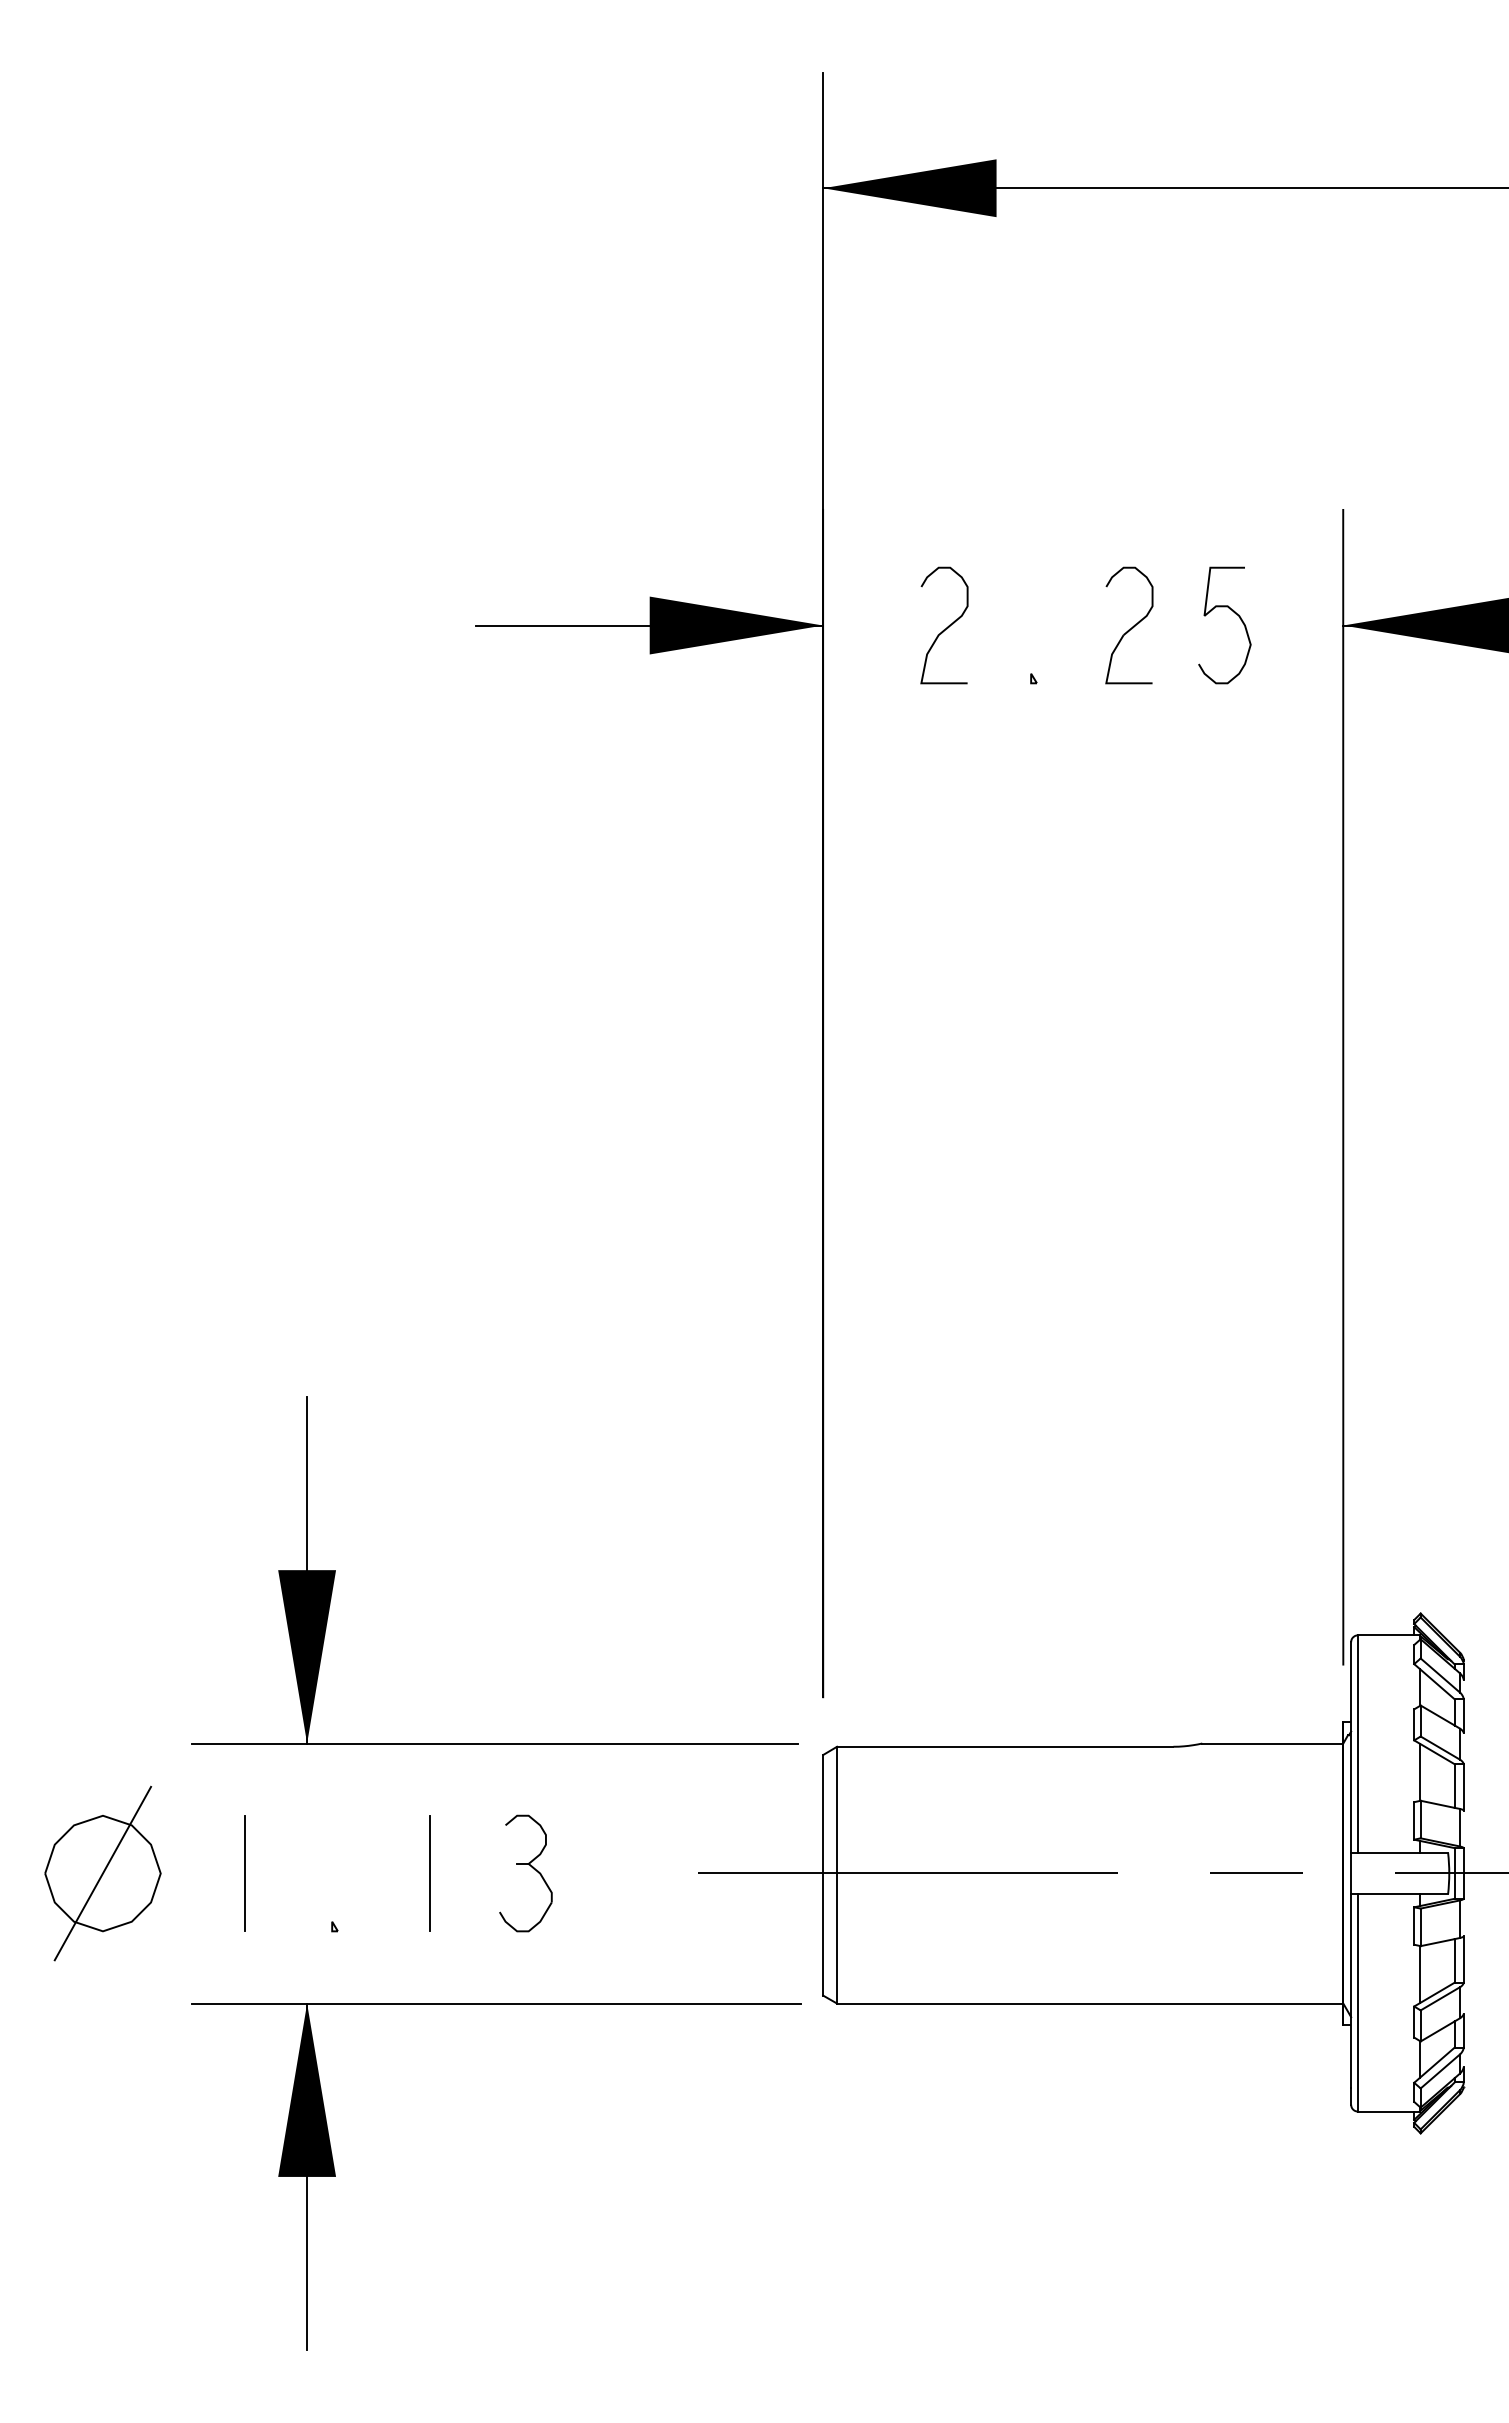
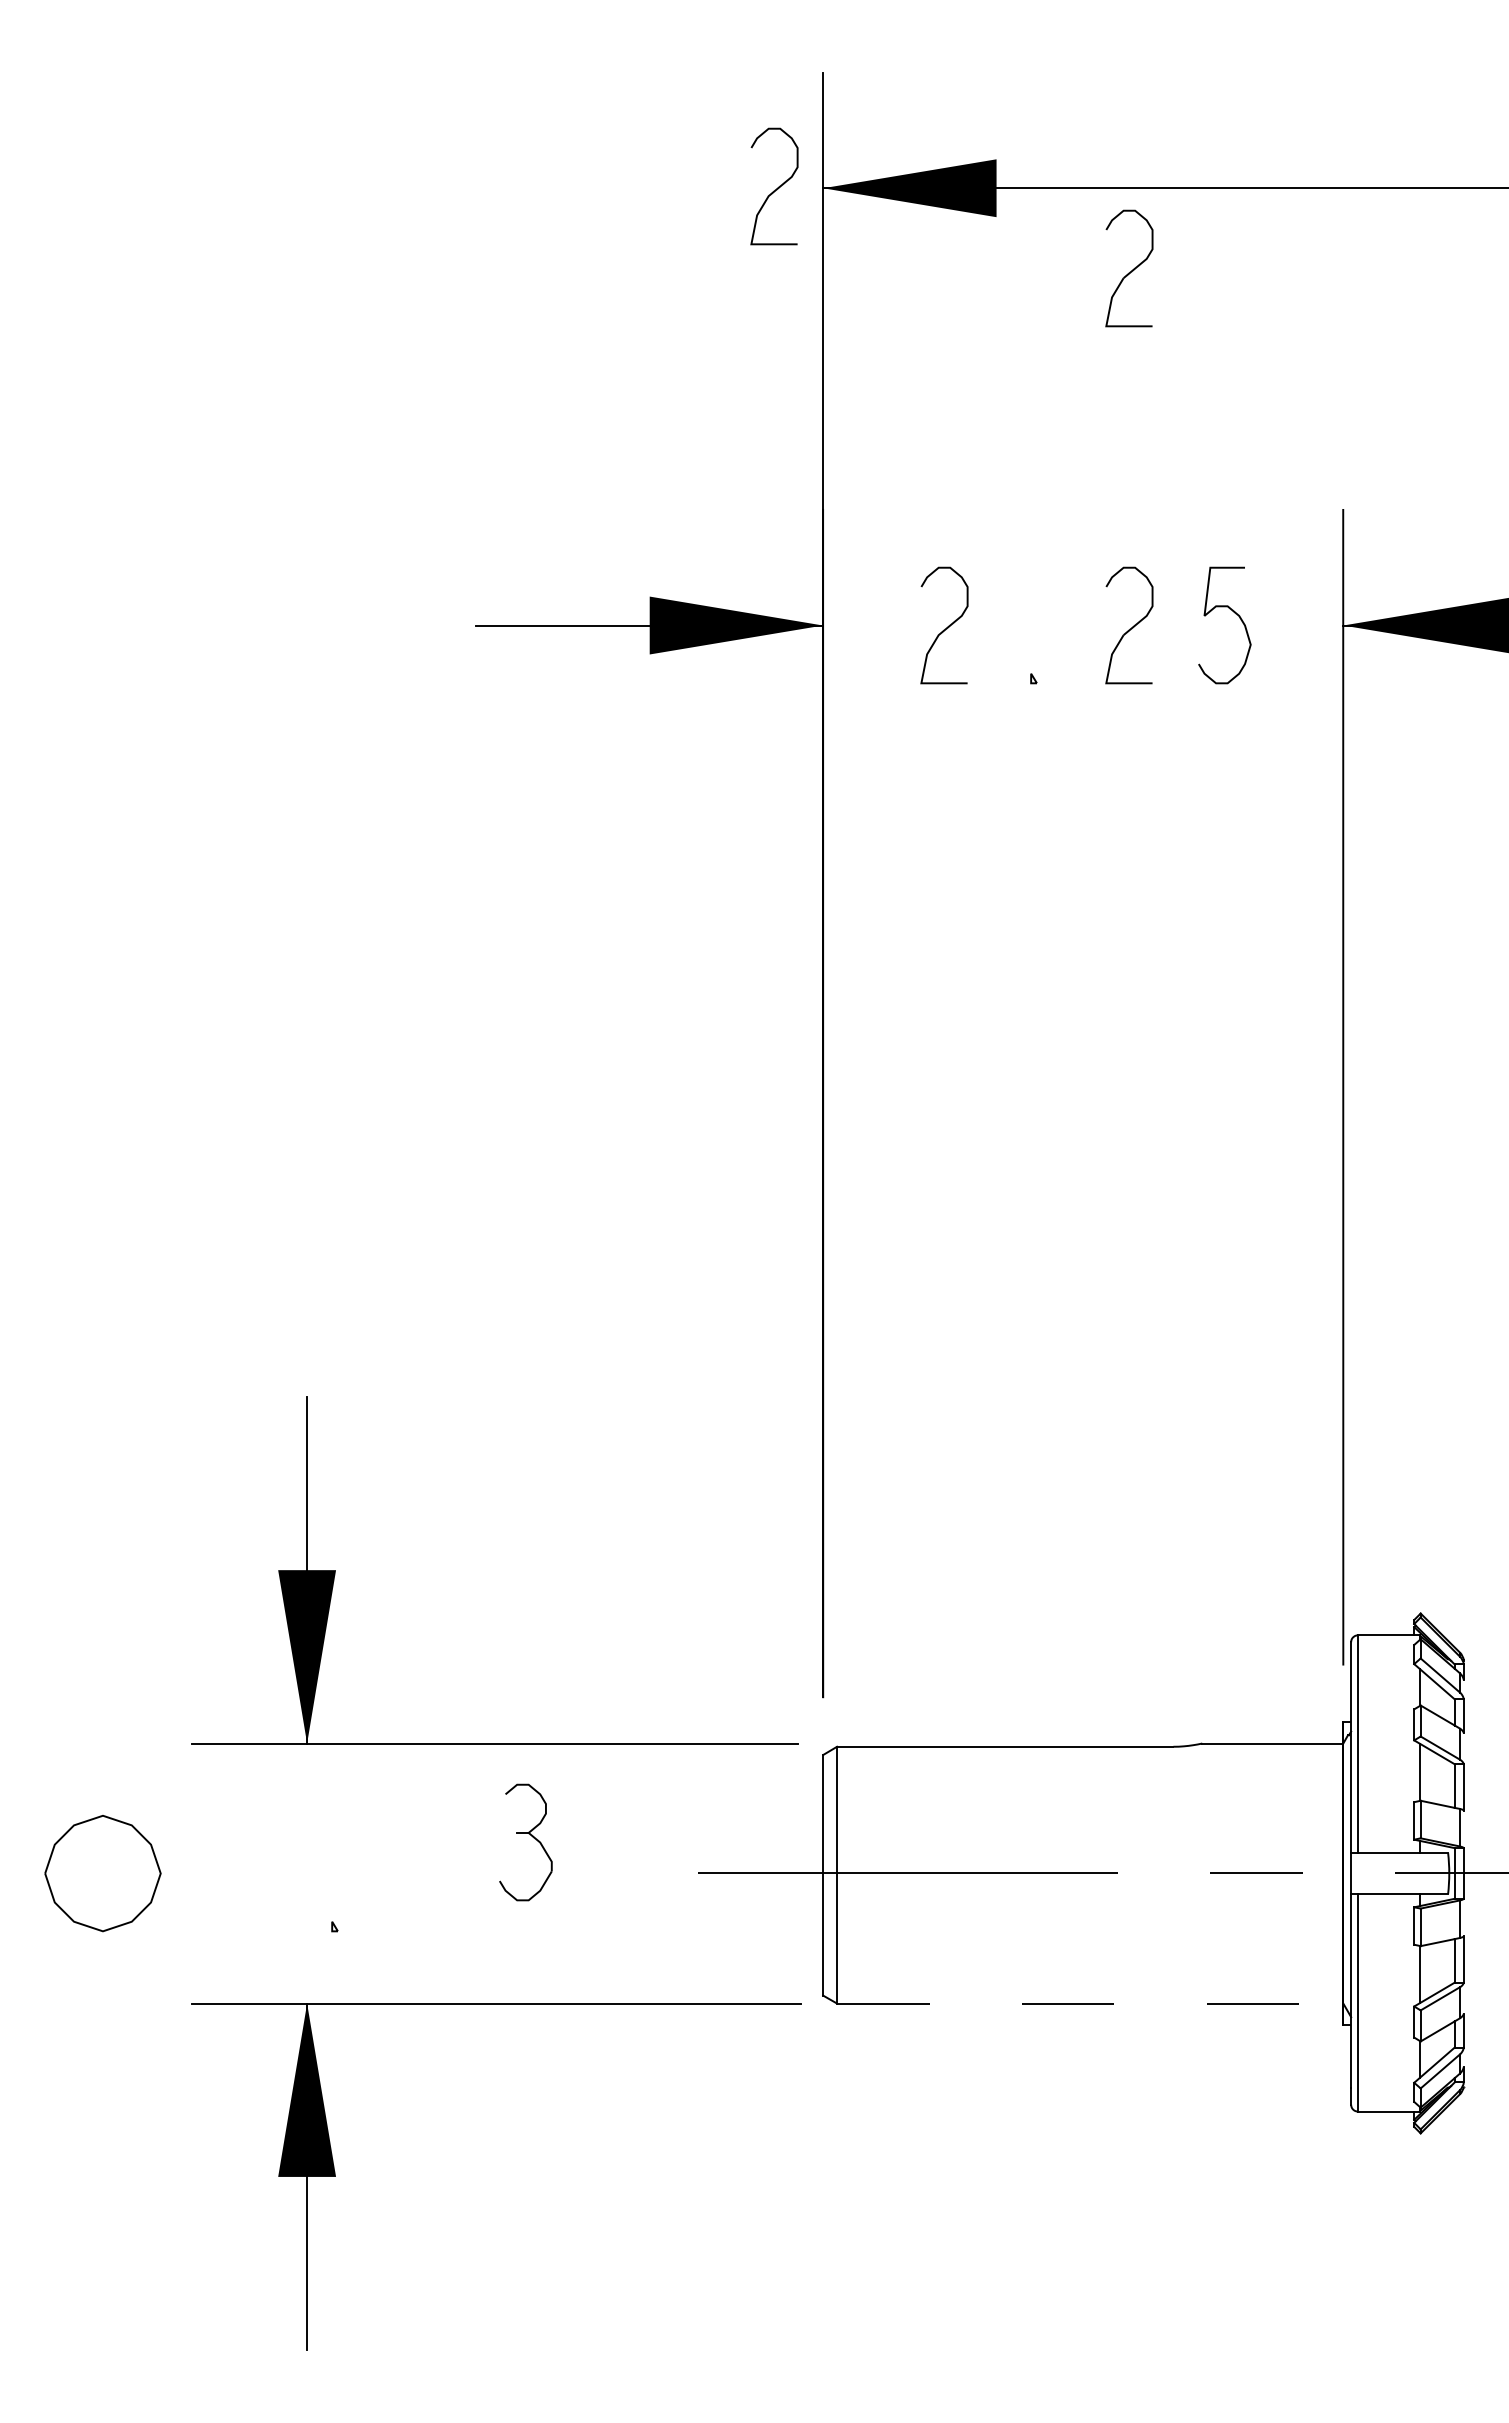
curve at (776, 188): none -> present
part at (1129, 268): none -> present
part at (531, 1867) position: (531, 1867) -> (531, 1836)
line at (102, 1873): present -> none
line at (245, 1873): present -> none
line at (430, 1873): present -> none
line at (1090, 2003): solid -> dashed
